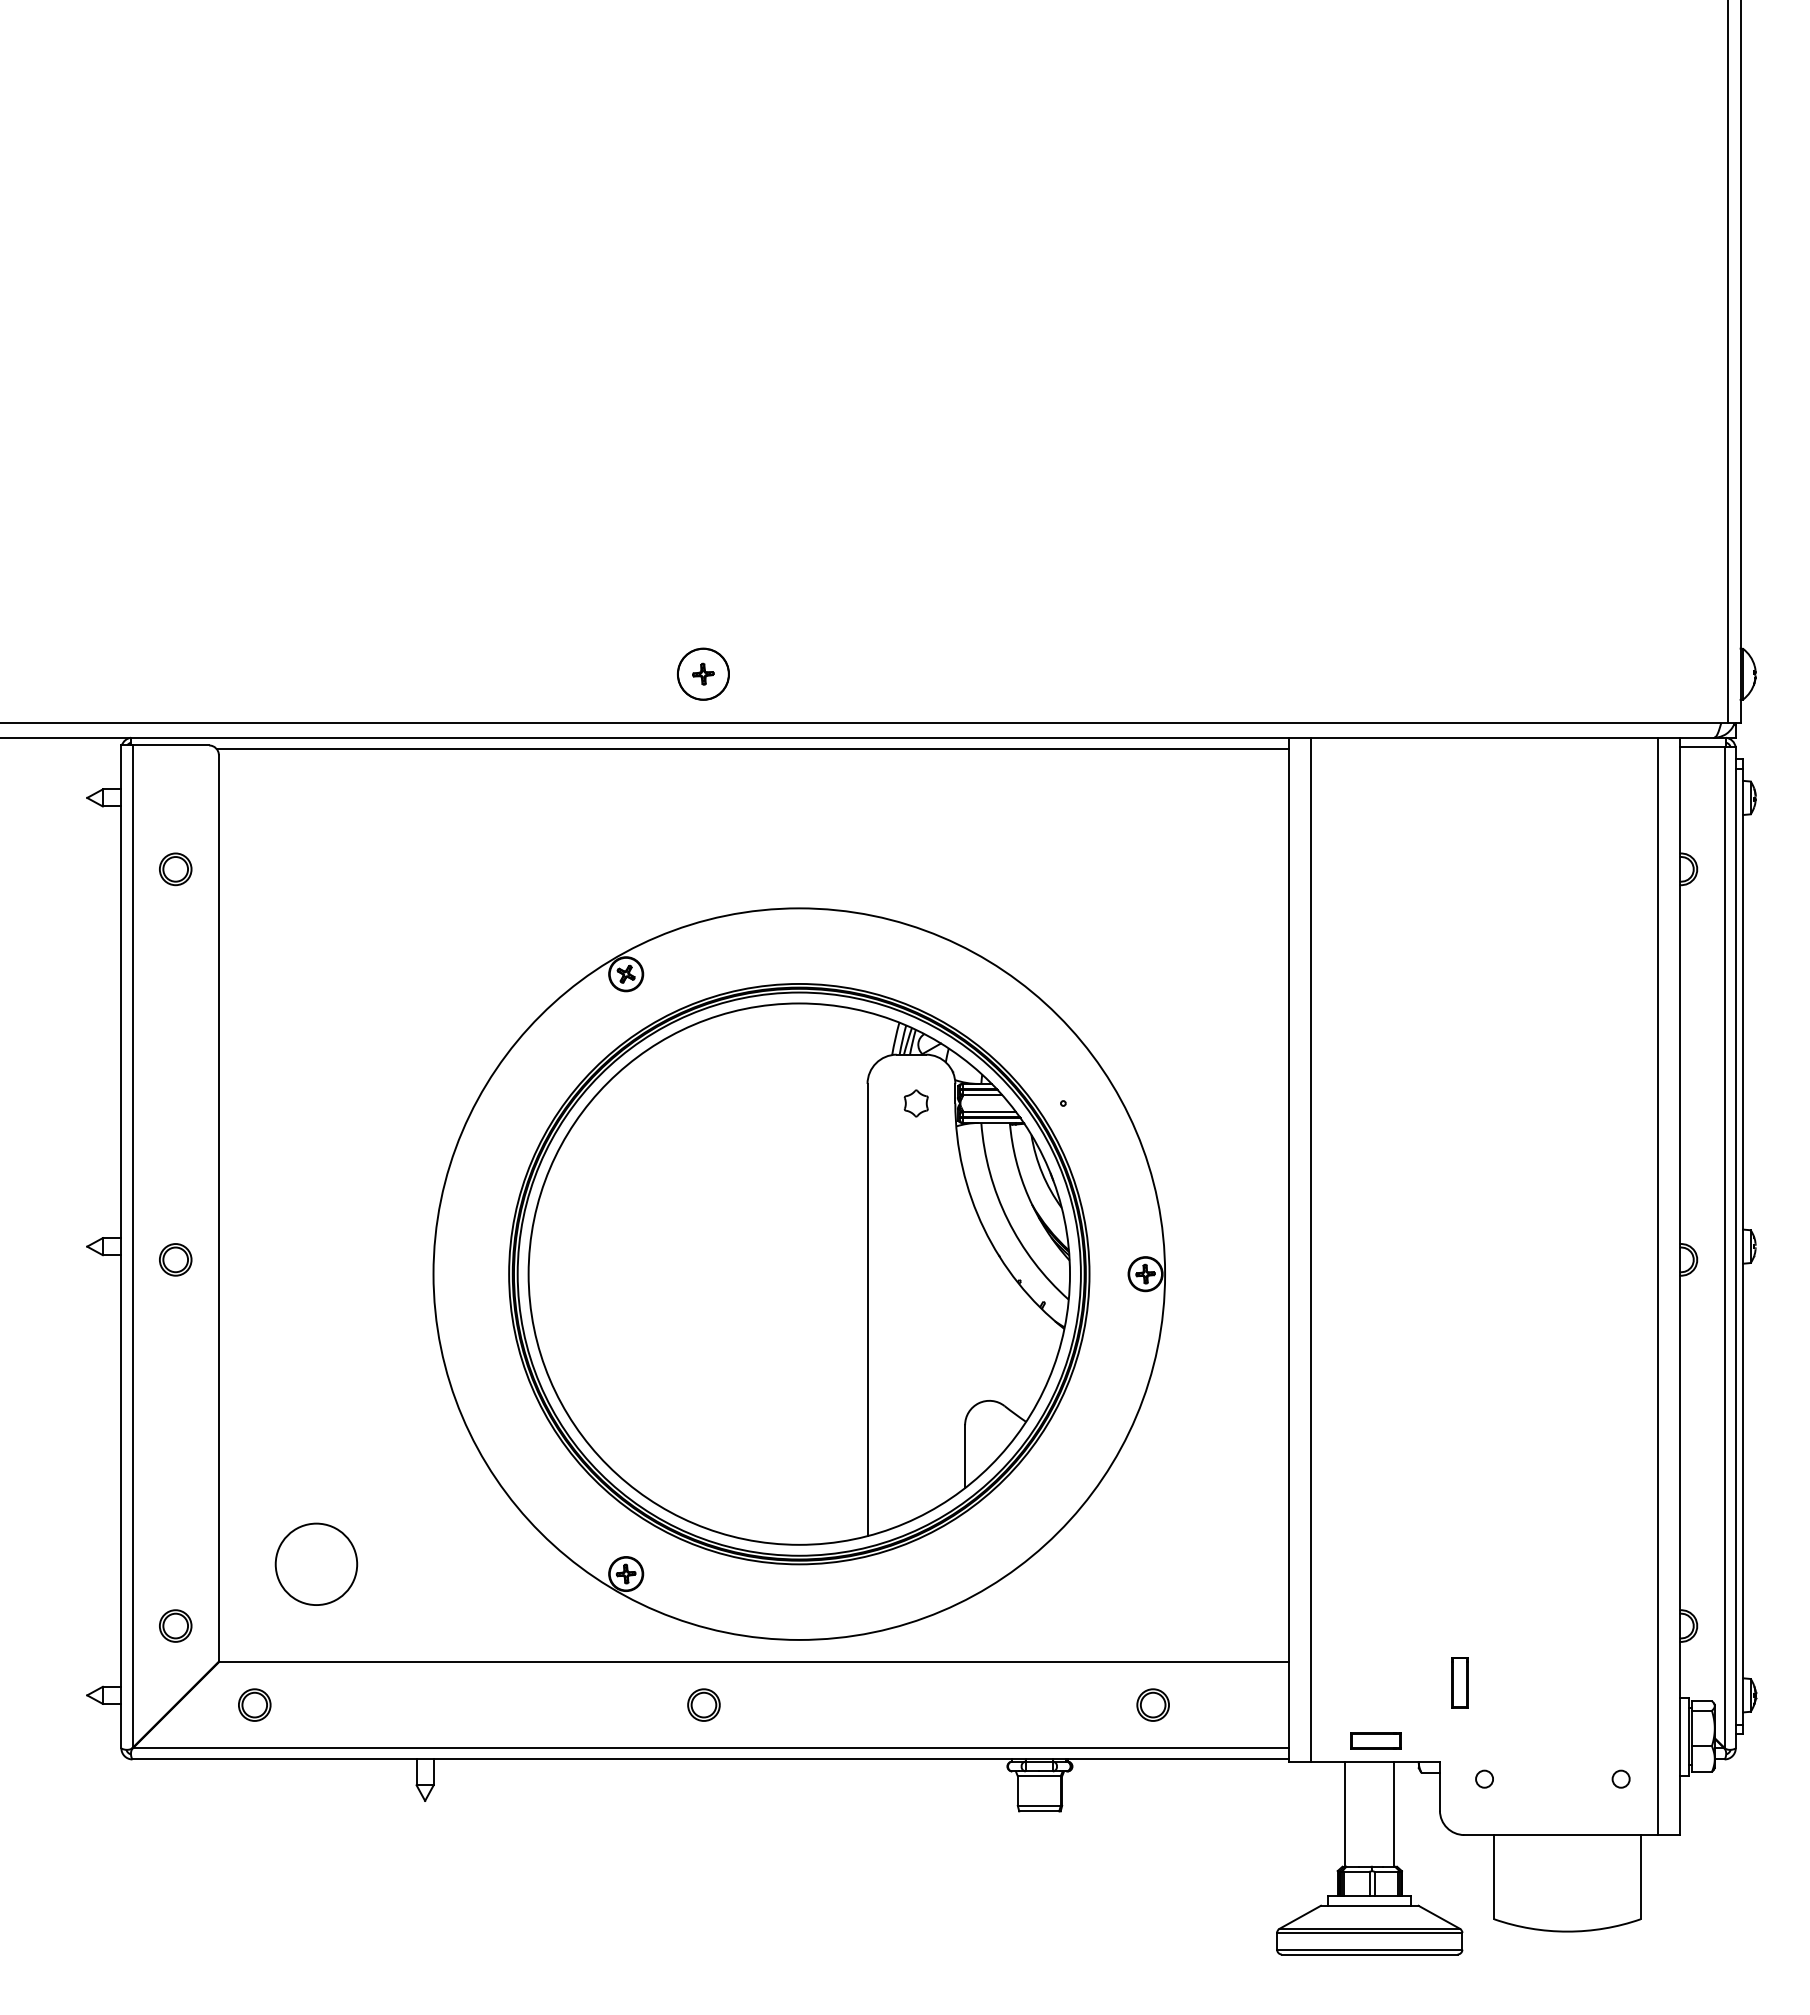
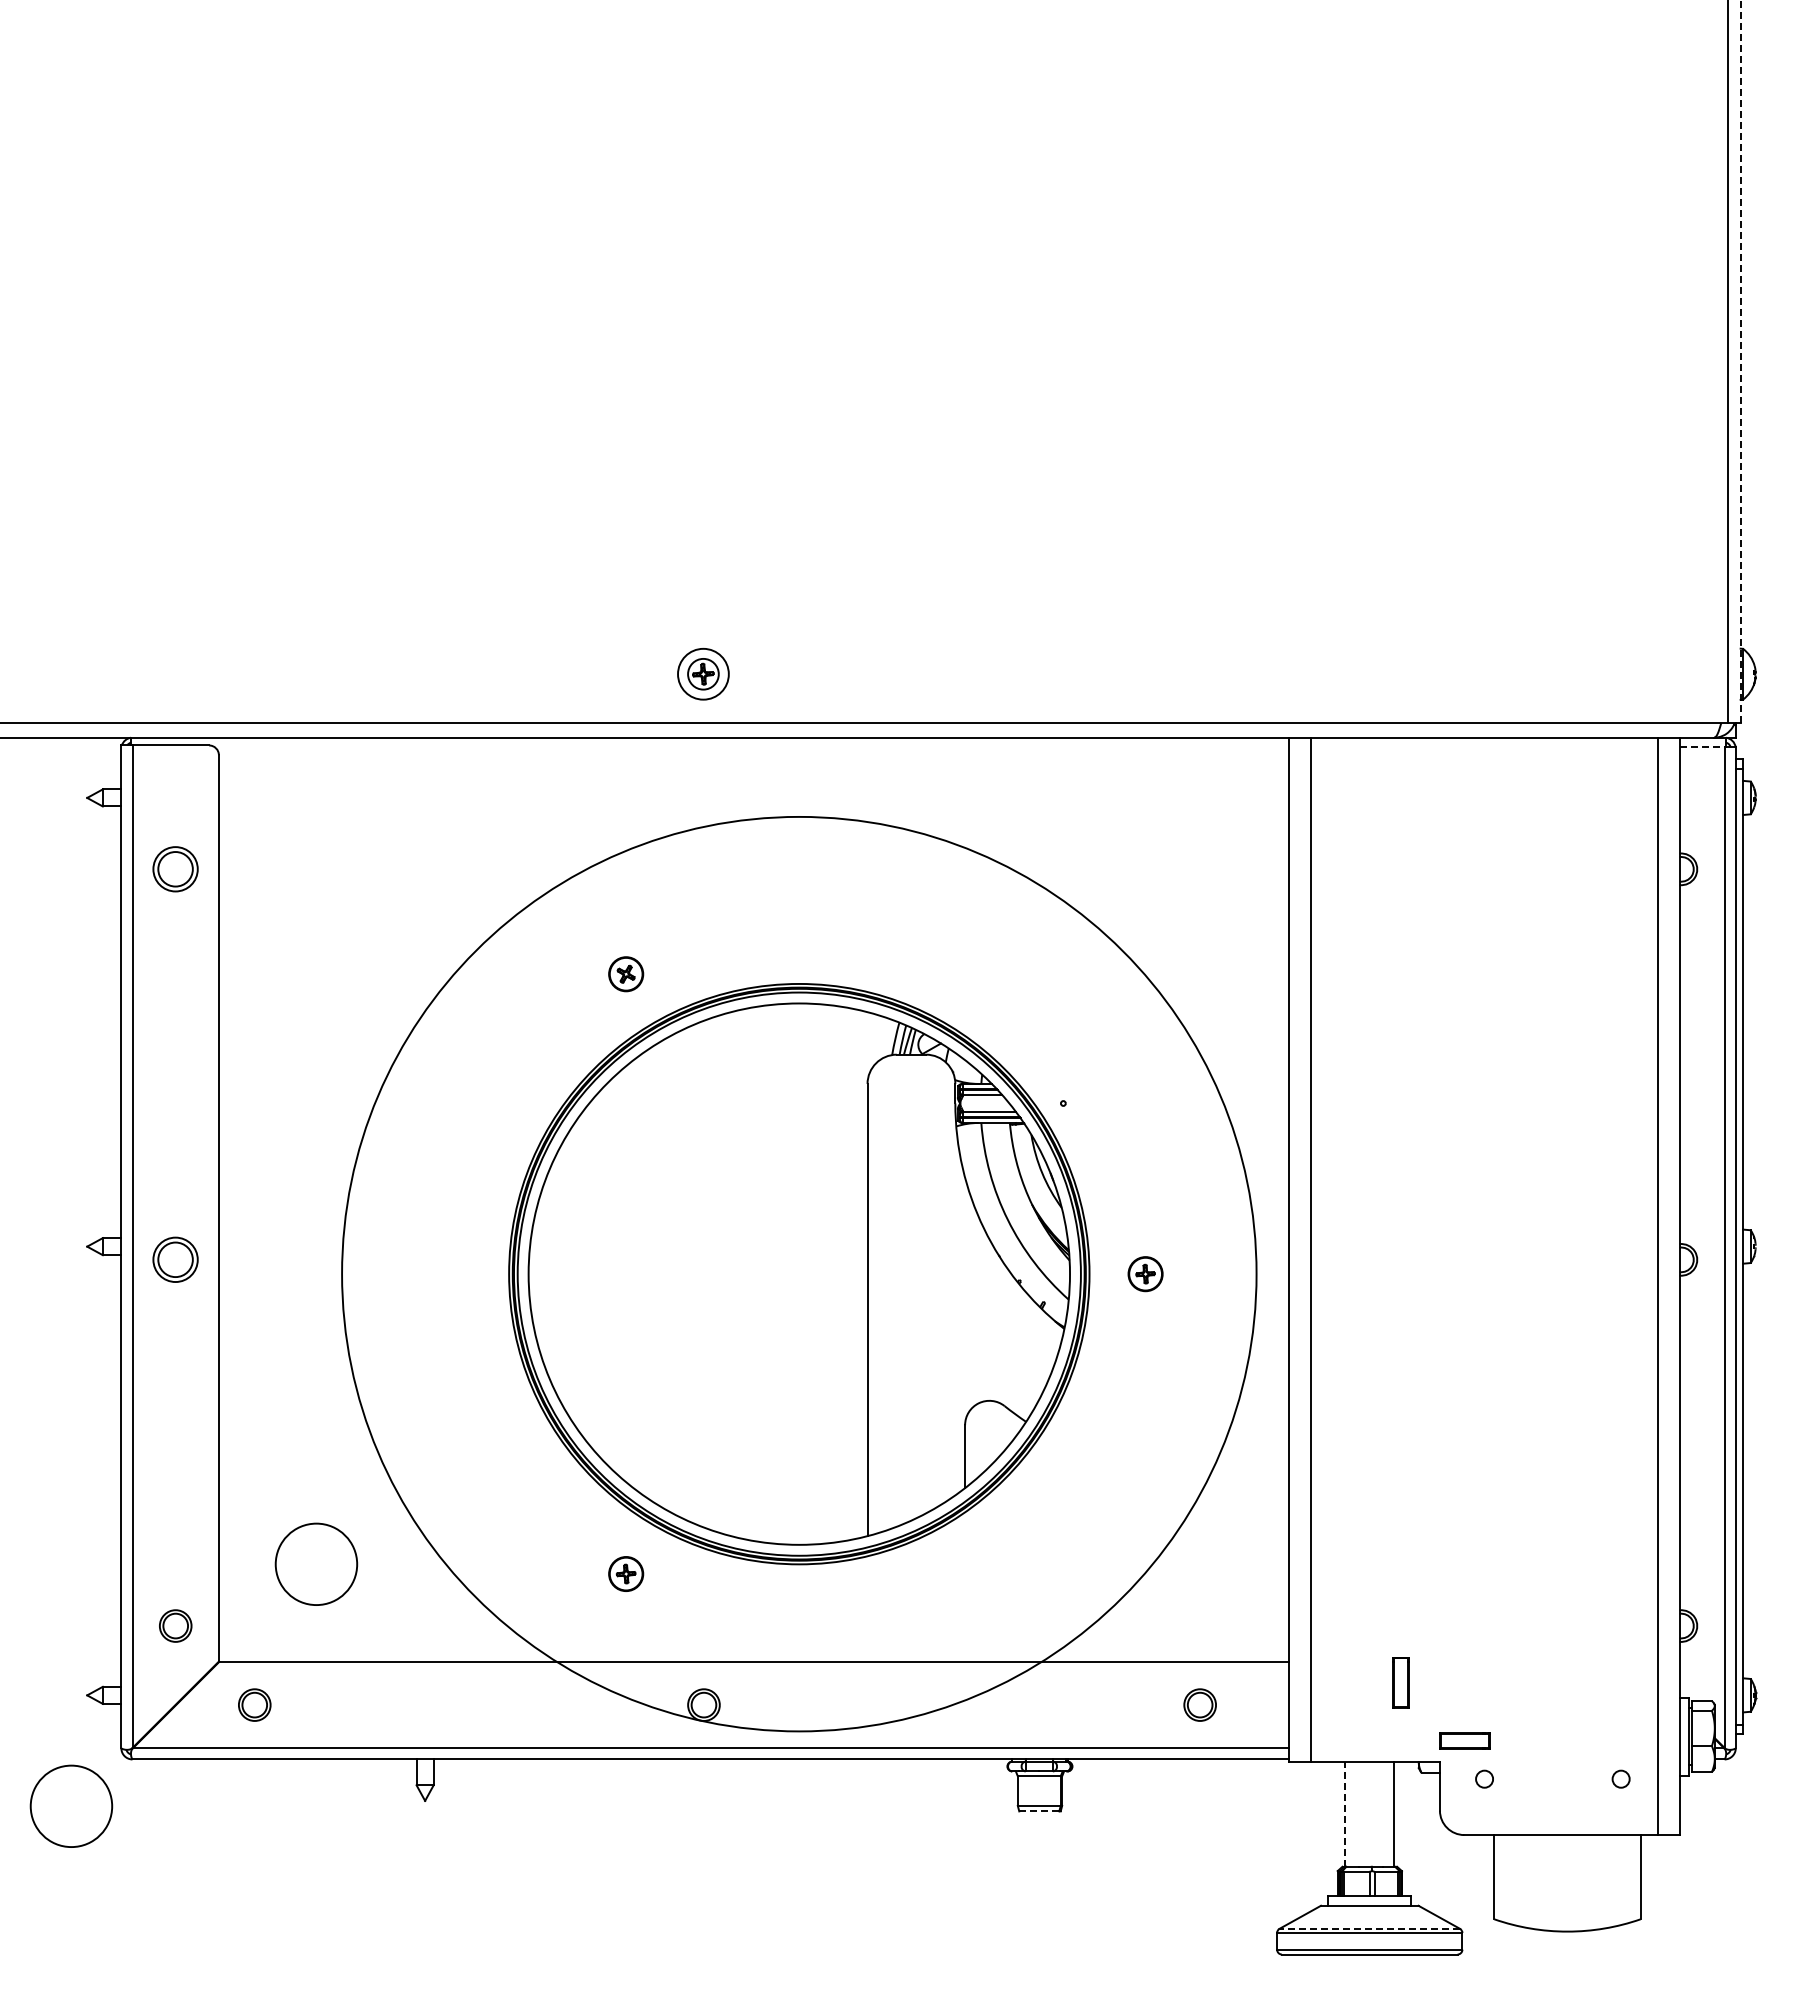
line at (1740, 361): solid -> dashed
circle at (703, 673) diameter: 51 px -> 31 px
line at (1702, 747): solid -> dashed
line at (752, 748): present -> none
part at (175, 869) size: 34x35 px -> 47x47 px
part at (915, 1103): present -> none
part at (175, 1259) size: 34x34 px -> 47x47 px
circle at (799, 1273) diameter: 732 px -> 914 px
part at (1459, 1682) position: (1459, 1682) -> (1400, 1682)
part at (1152, 1704) position: (1152, 1704) -> (1199, 1704)
part at (1375, 1740) position: (1375, 1740) -> (1464, 1740)
circle at (71, 1805): none -> present
line at (1039, 1811): solid -> dashed
line at (1345, 1813): solid -> dashed
line at (1369, 1928): solid -> dashed
